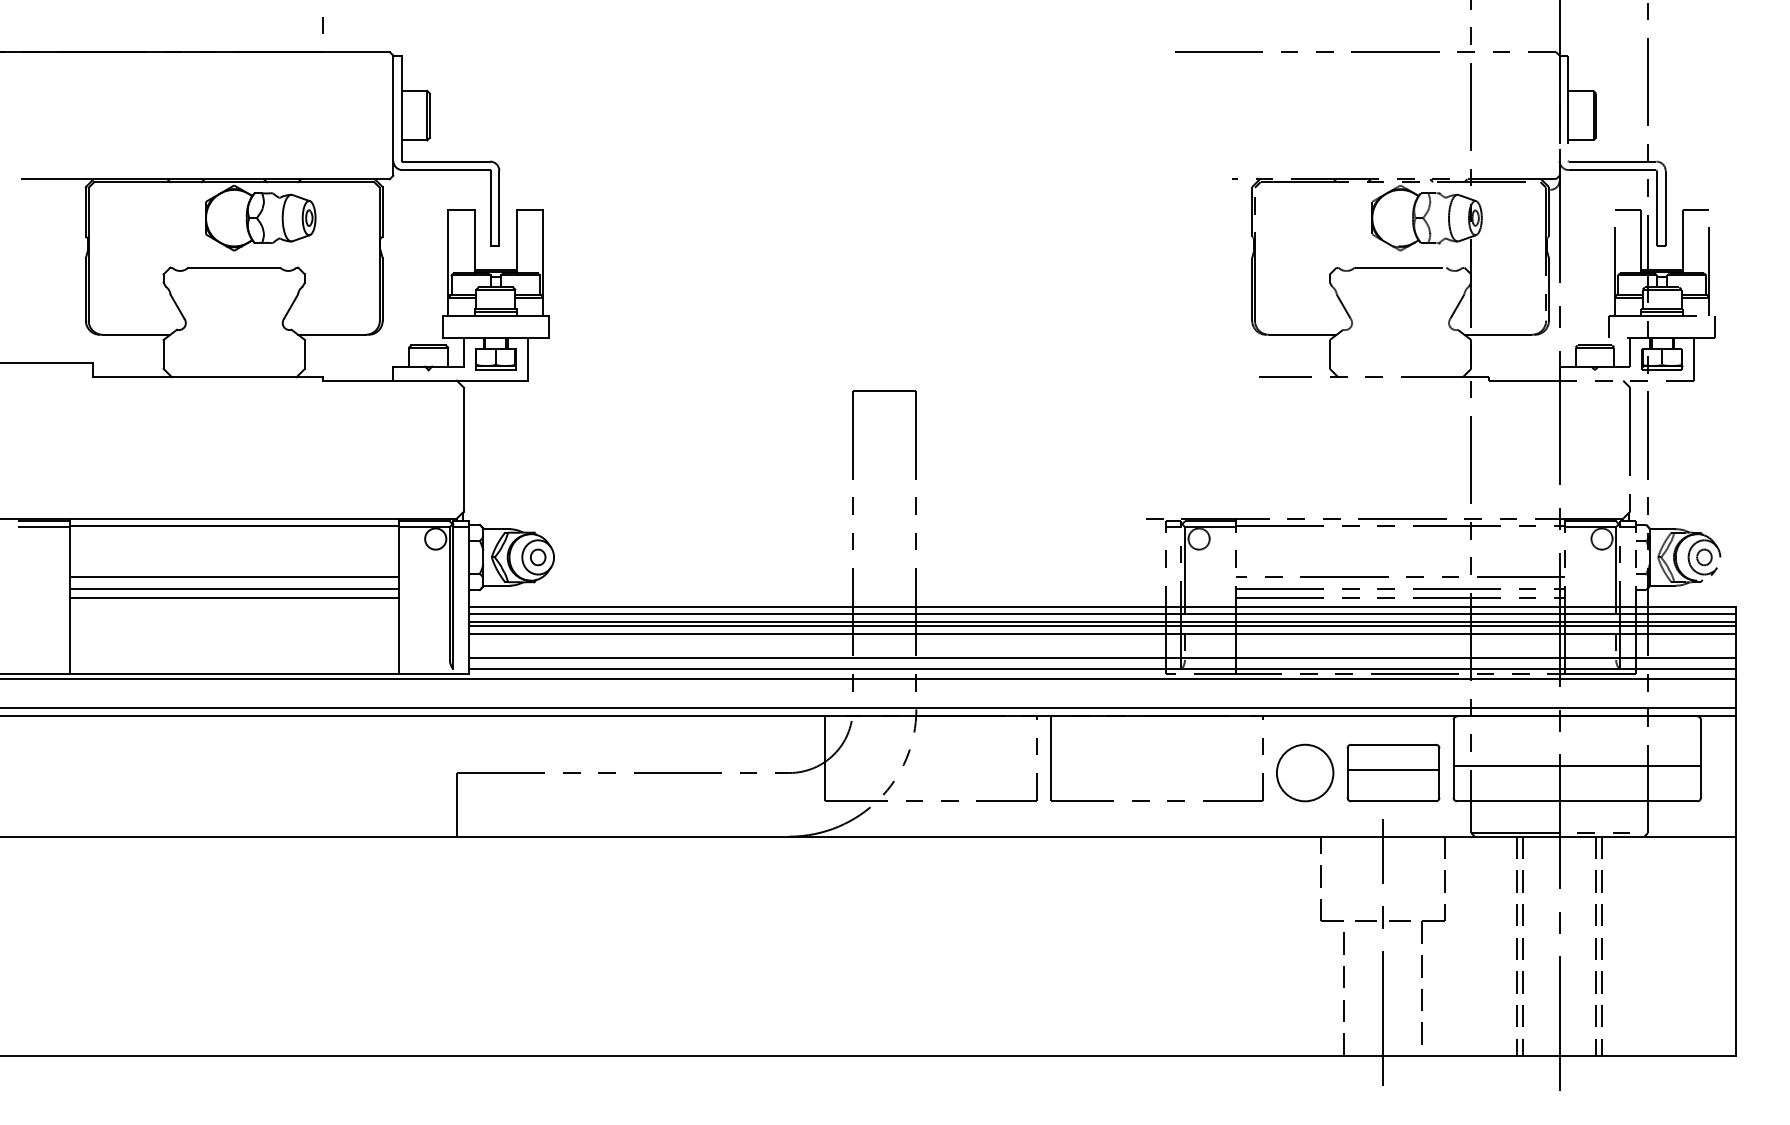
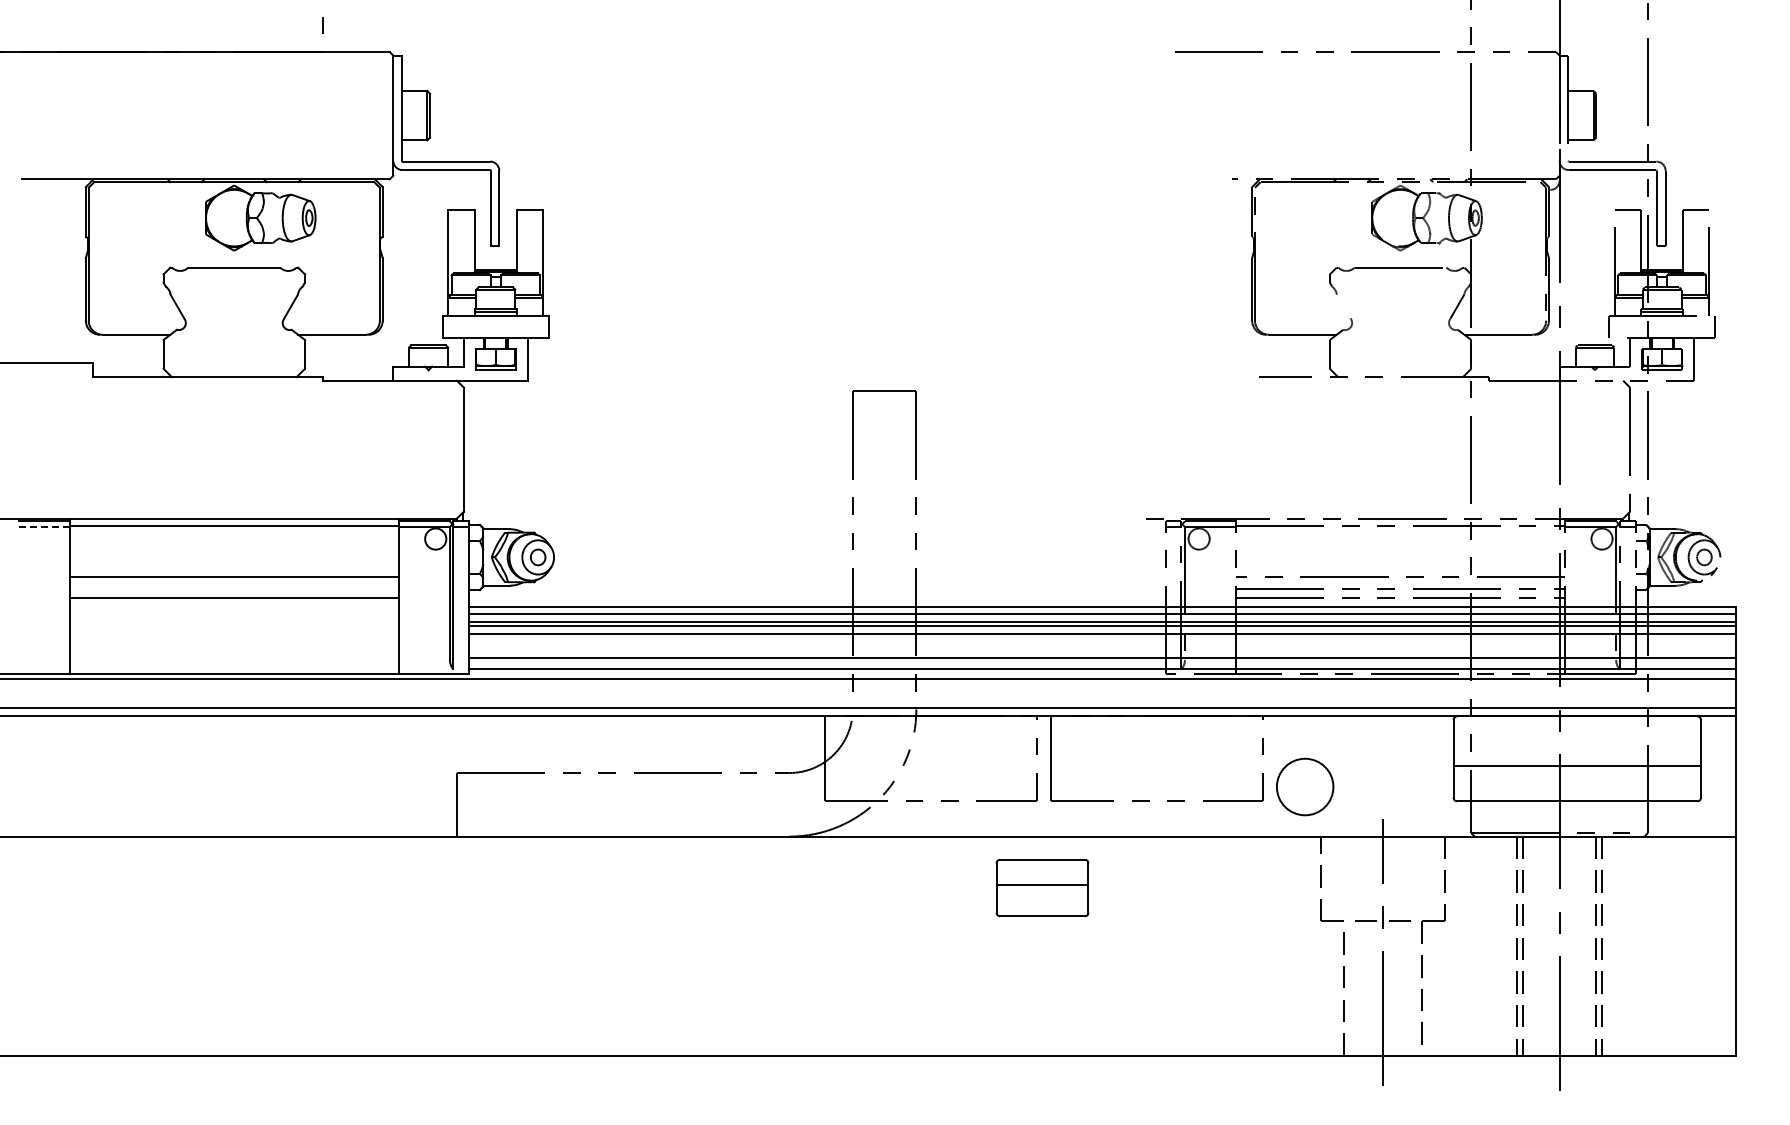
line at (1343, 306): present -> none
line at (43, 527): solid -> dashed
line at (233, 589): present -> none
circle at (1305, 772) position: (1305, 772) -> (1305, 786)
part at (1393, 772) position: (1393, 772) -> (1042, 887)
